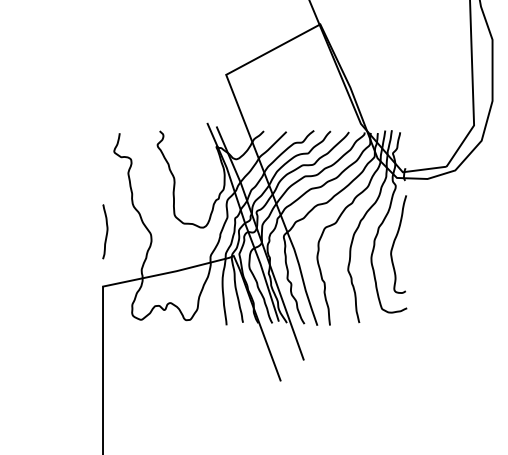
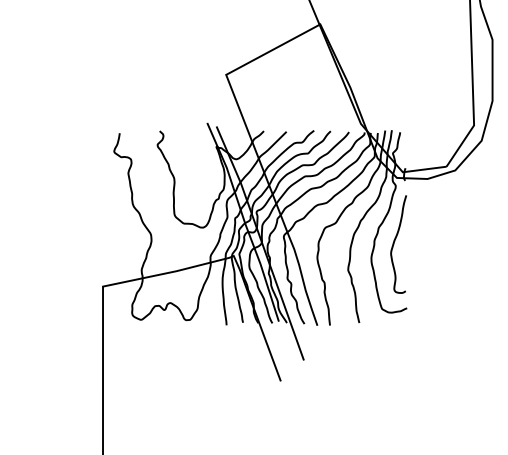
curve at (106, 231): present -> none
